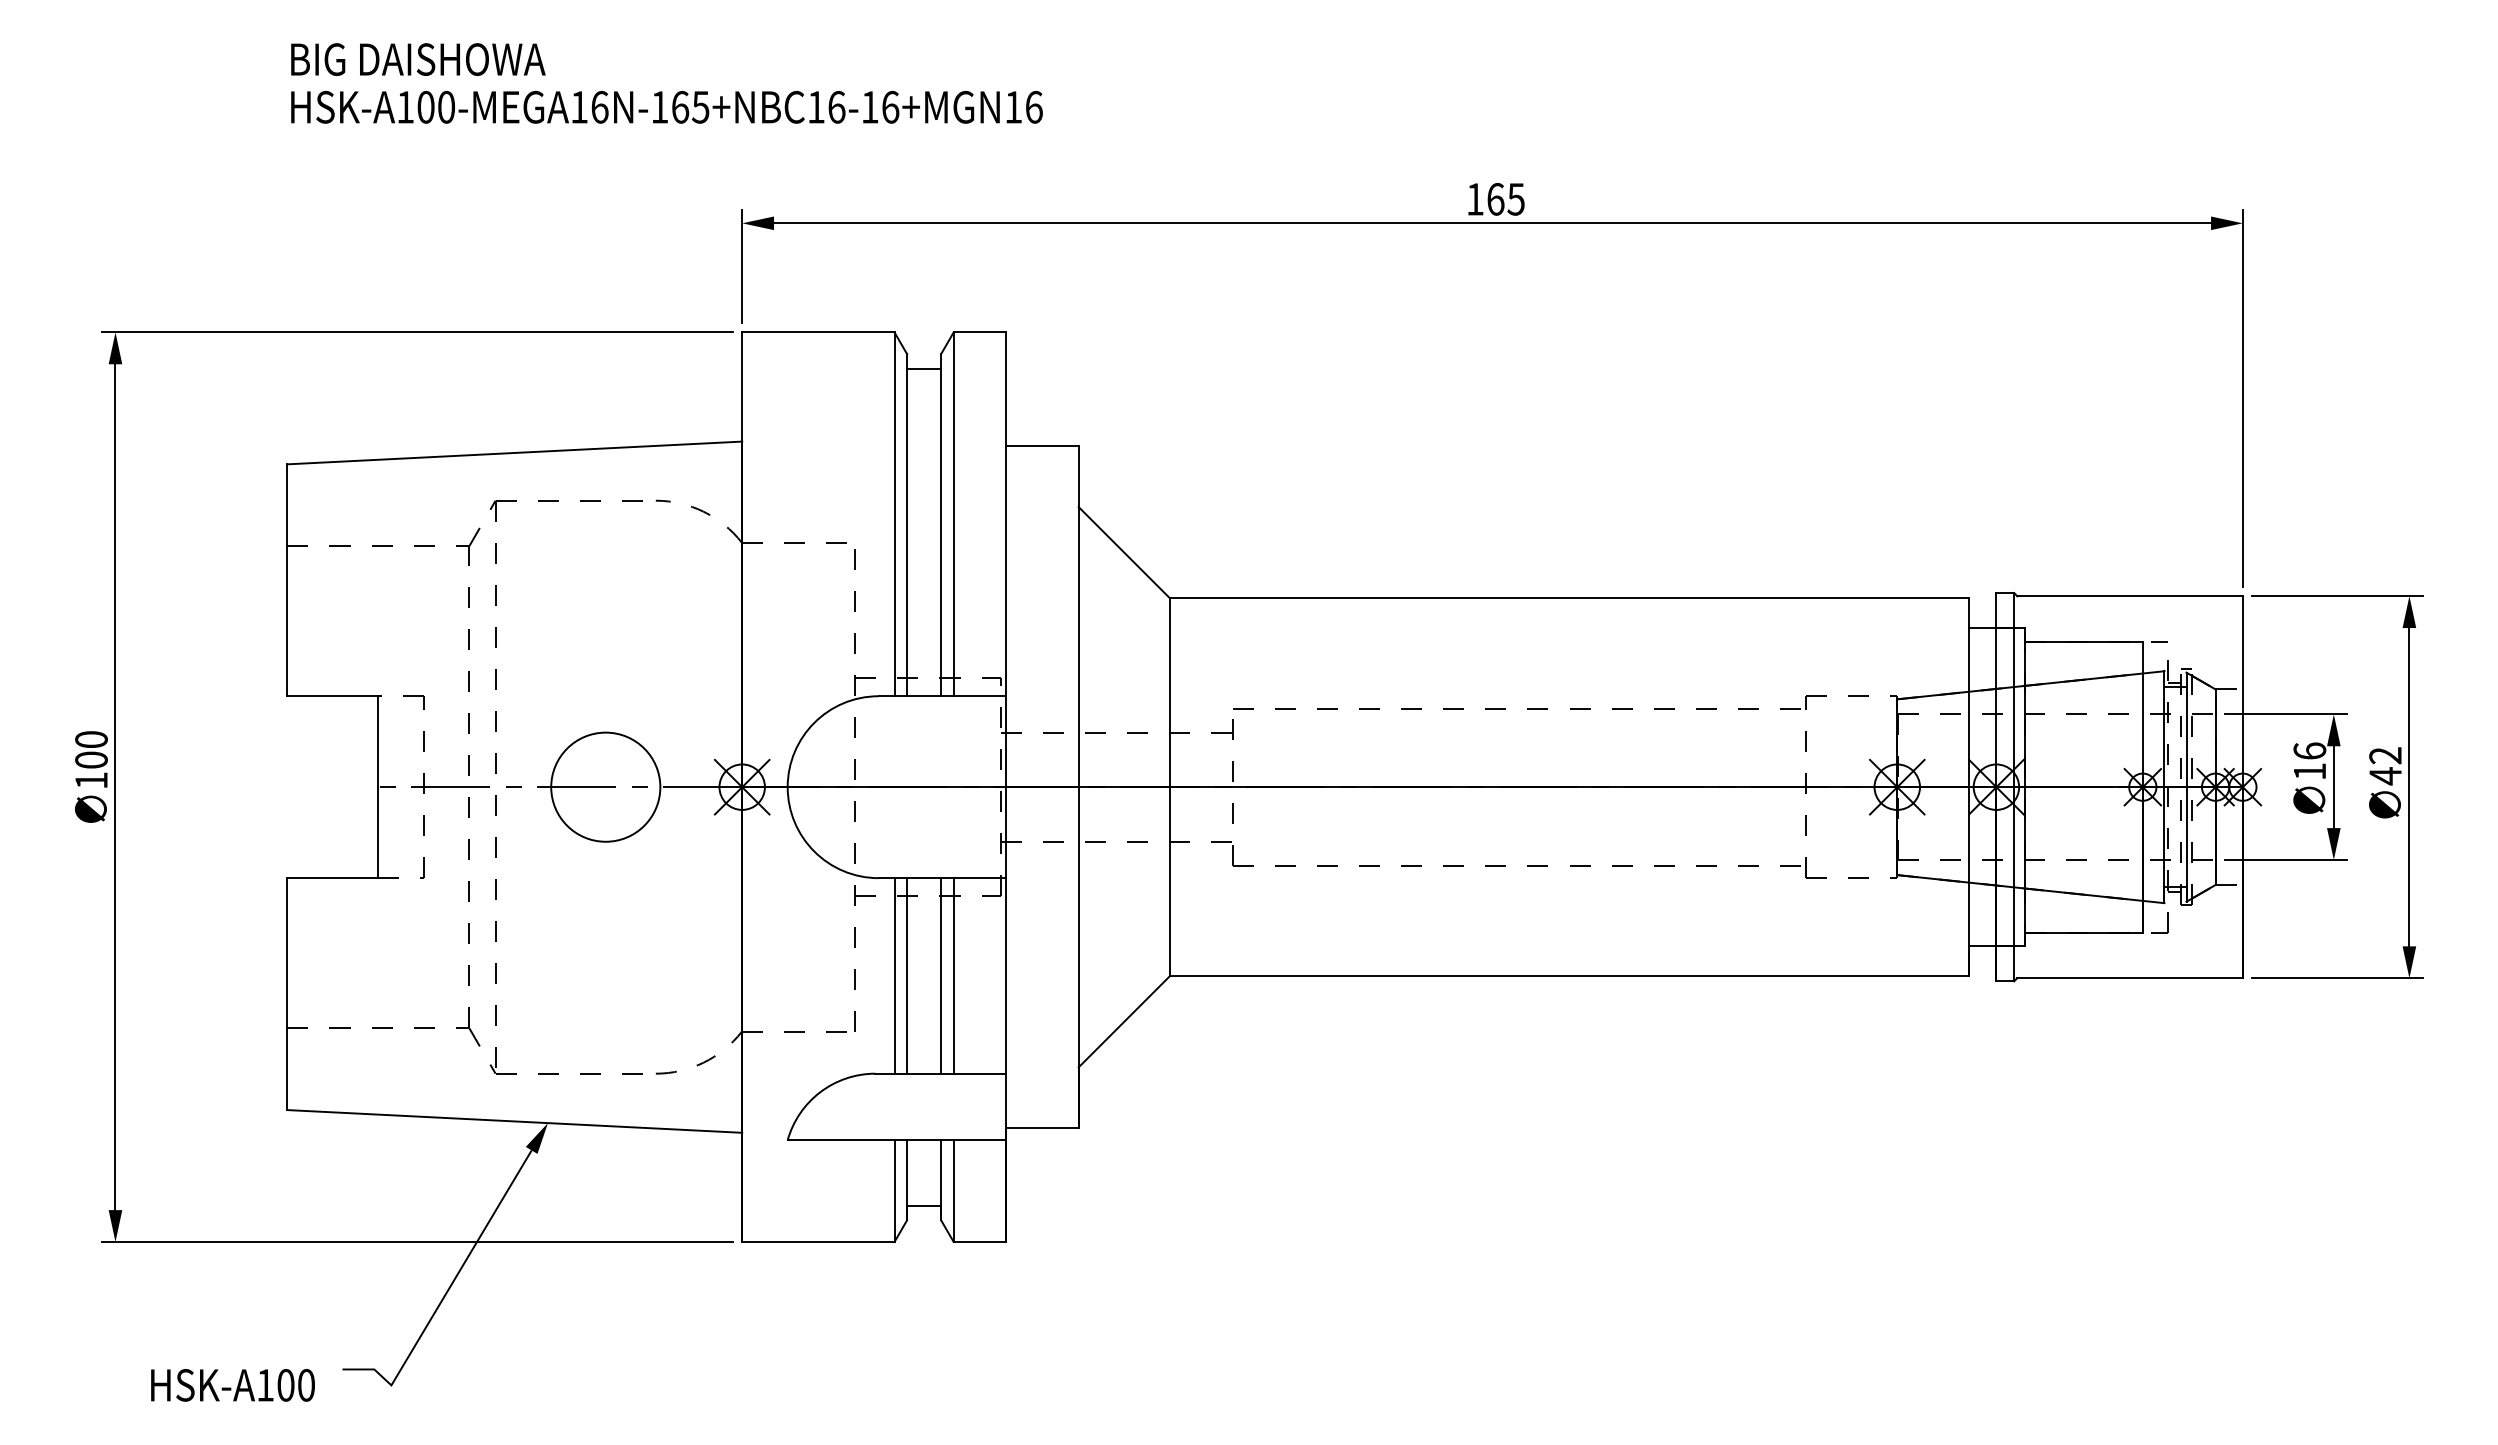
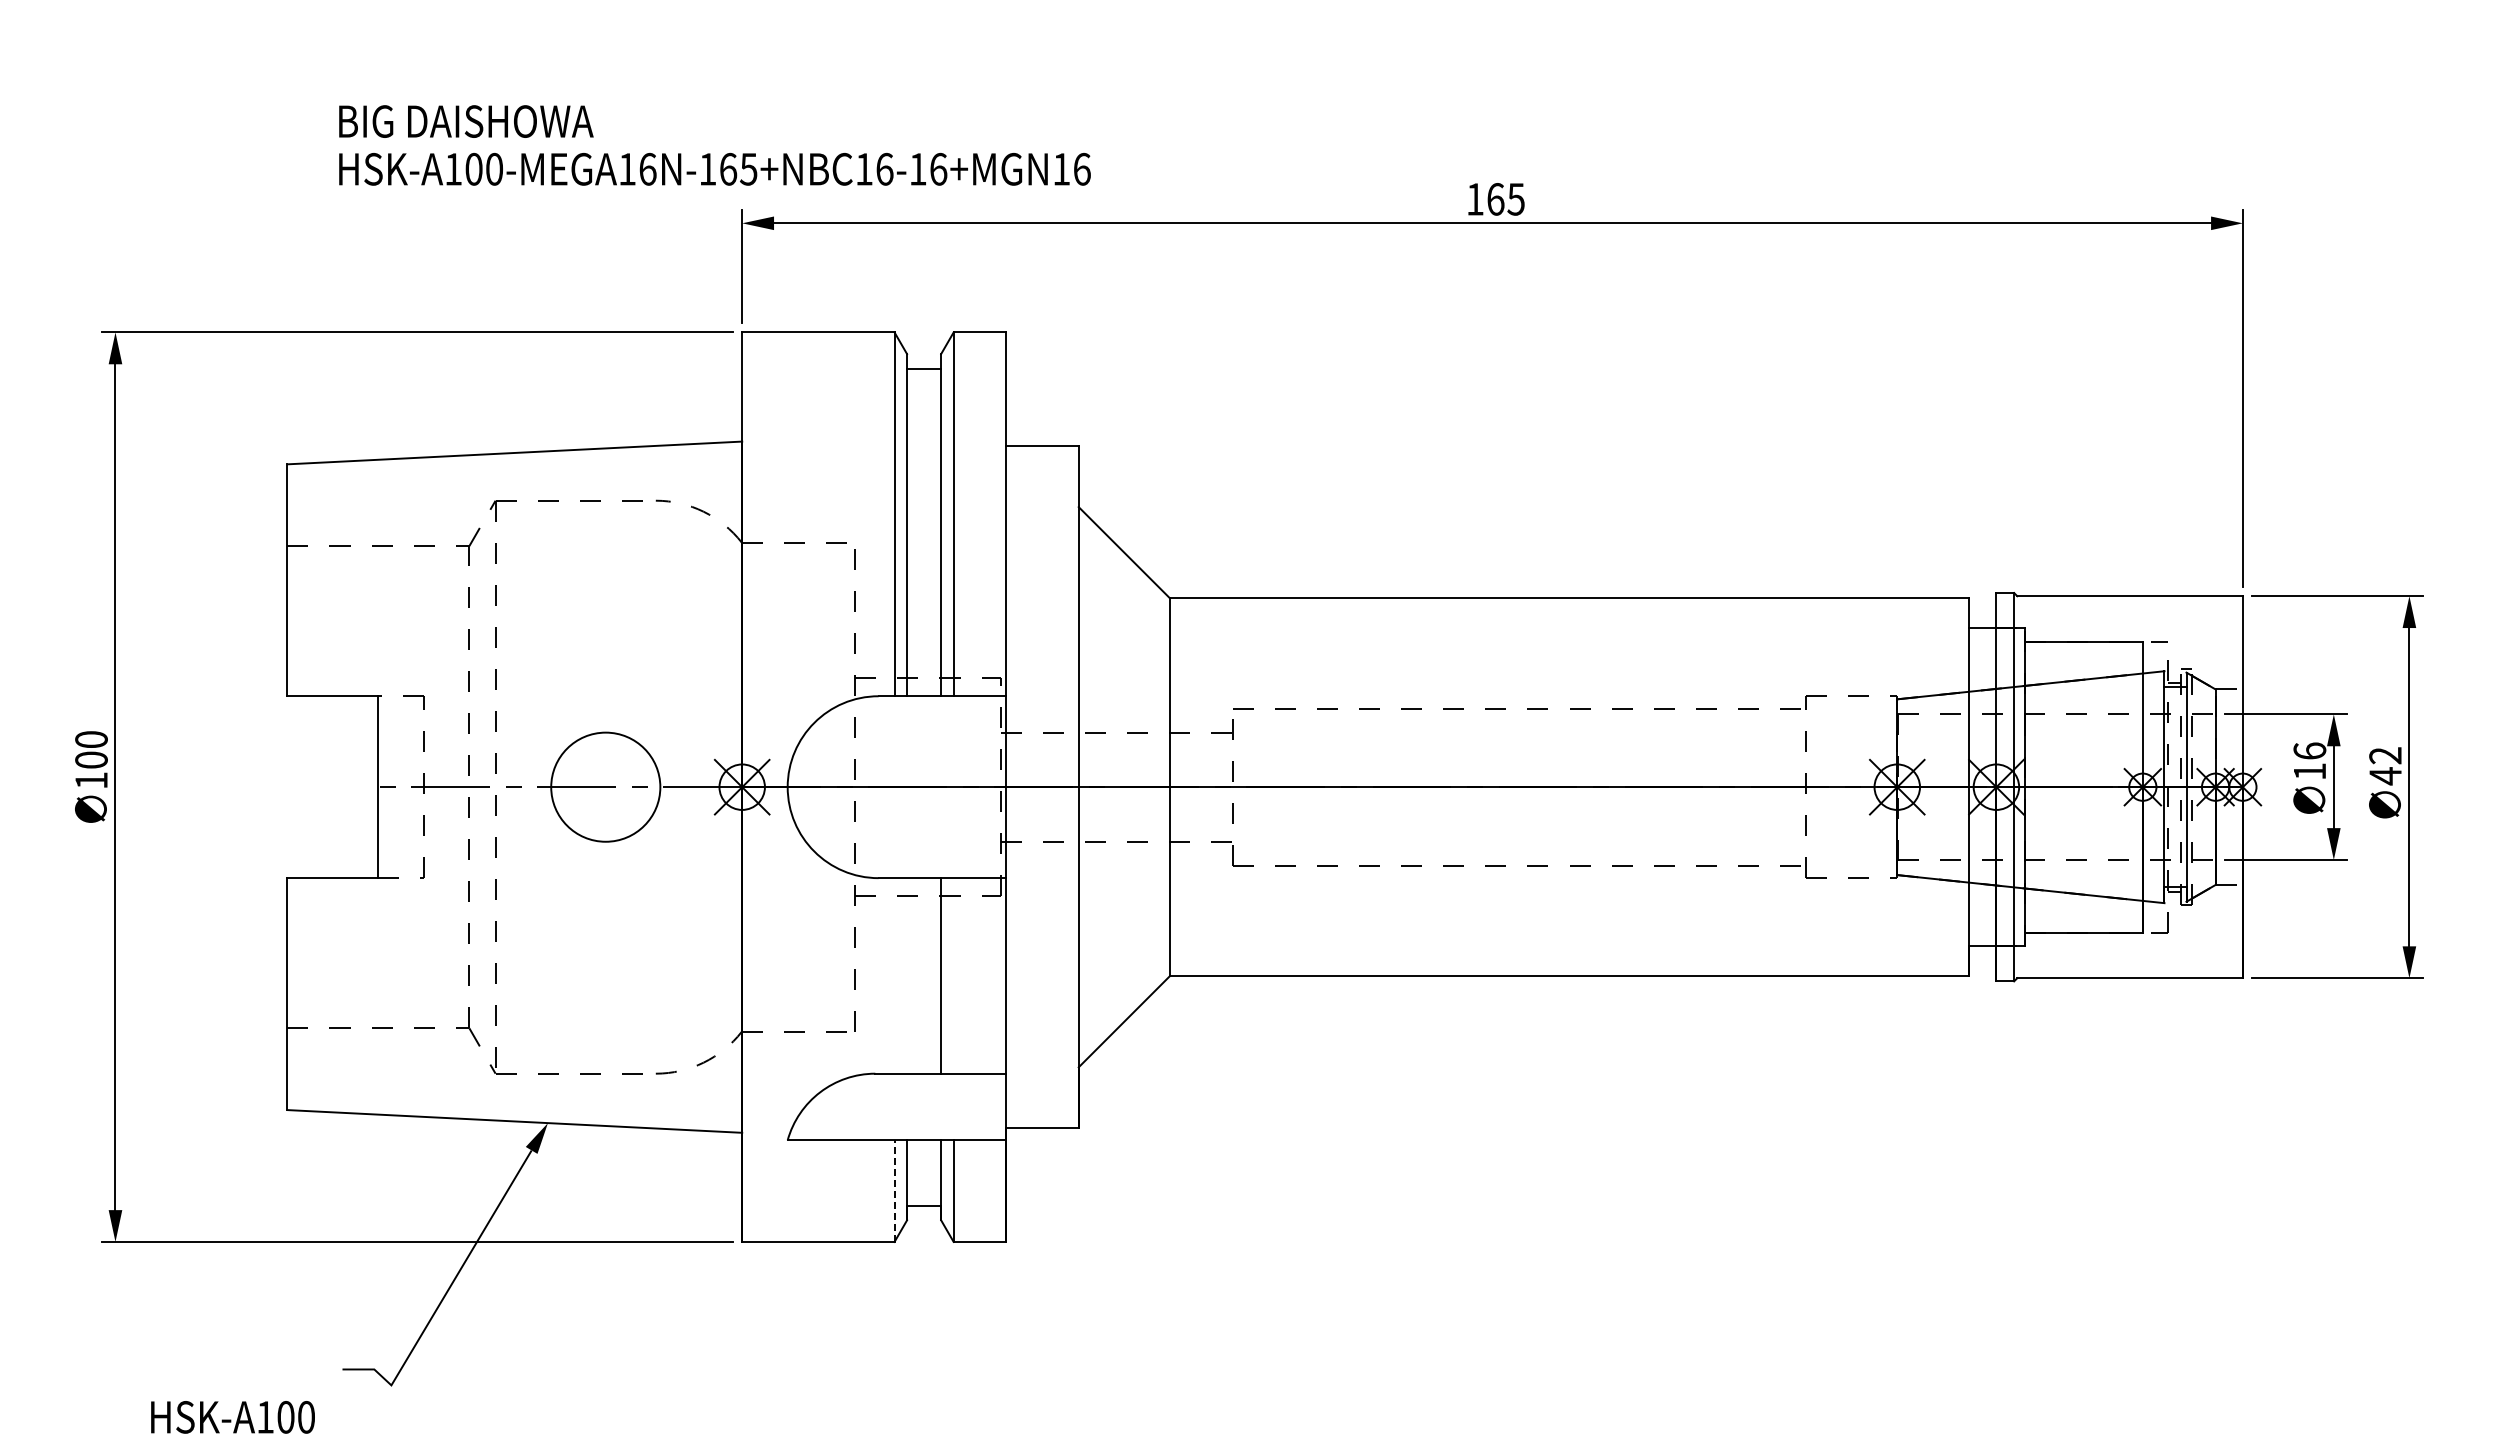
text at (666, 83) position: (666, 83) -> (714, 145)
line at (894, 975): present -> none
line at (907, 975): present -> none
line at (953, 975): present -> none
line at (894, 1191): solid -> dashed
text at (232, 1385) position: (232, 1385) -> (232, 1417)
